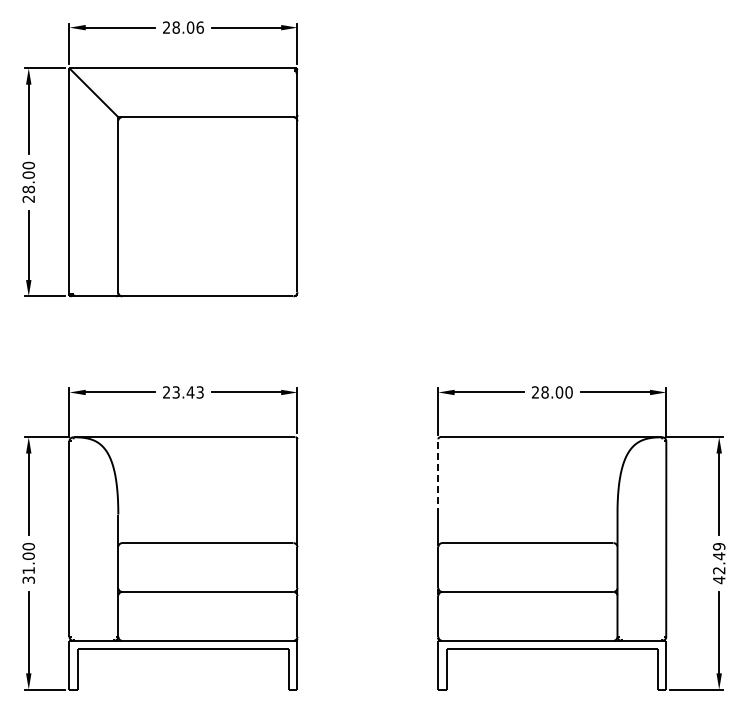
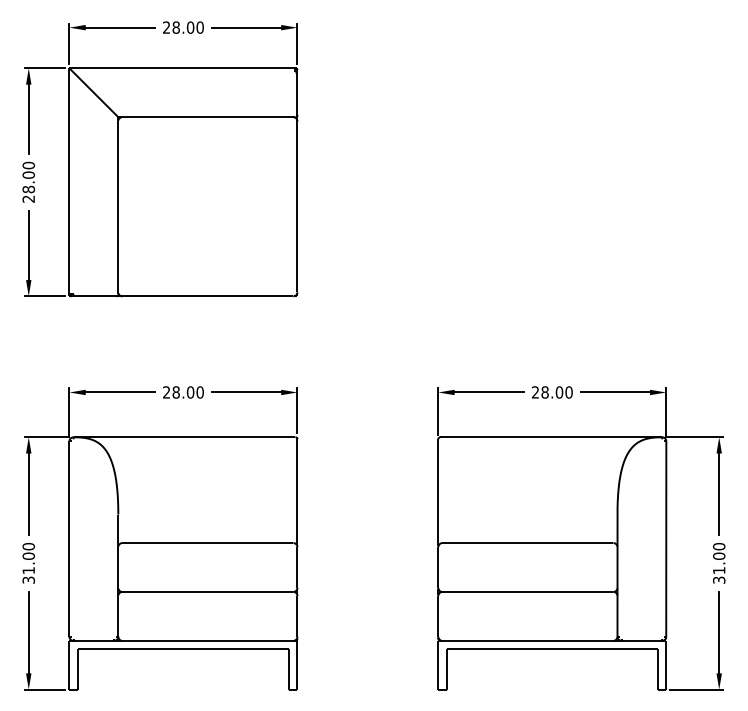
text at (199, 27): 28.06 -> 28.00
text at (187, 392): 23.43 -> 28.00
line at (438, 476): dashed -> solid
text at (719, 563): 42.49 -> 31.00
